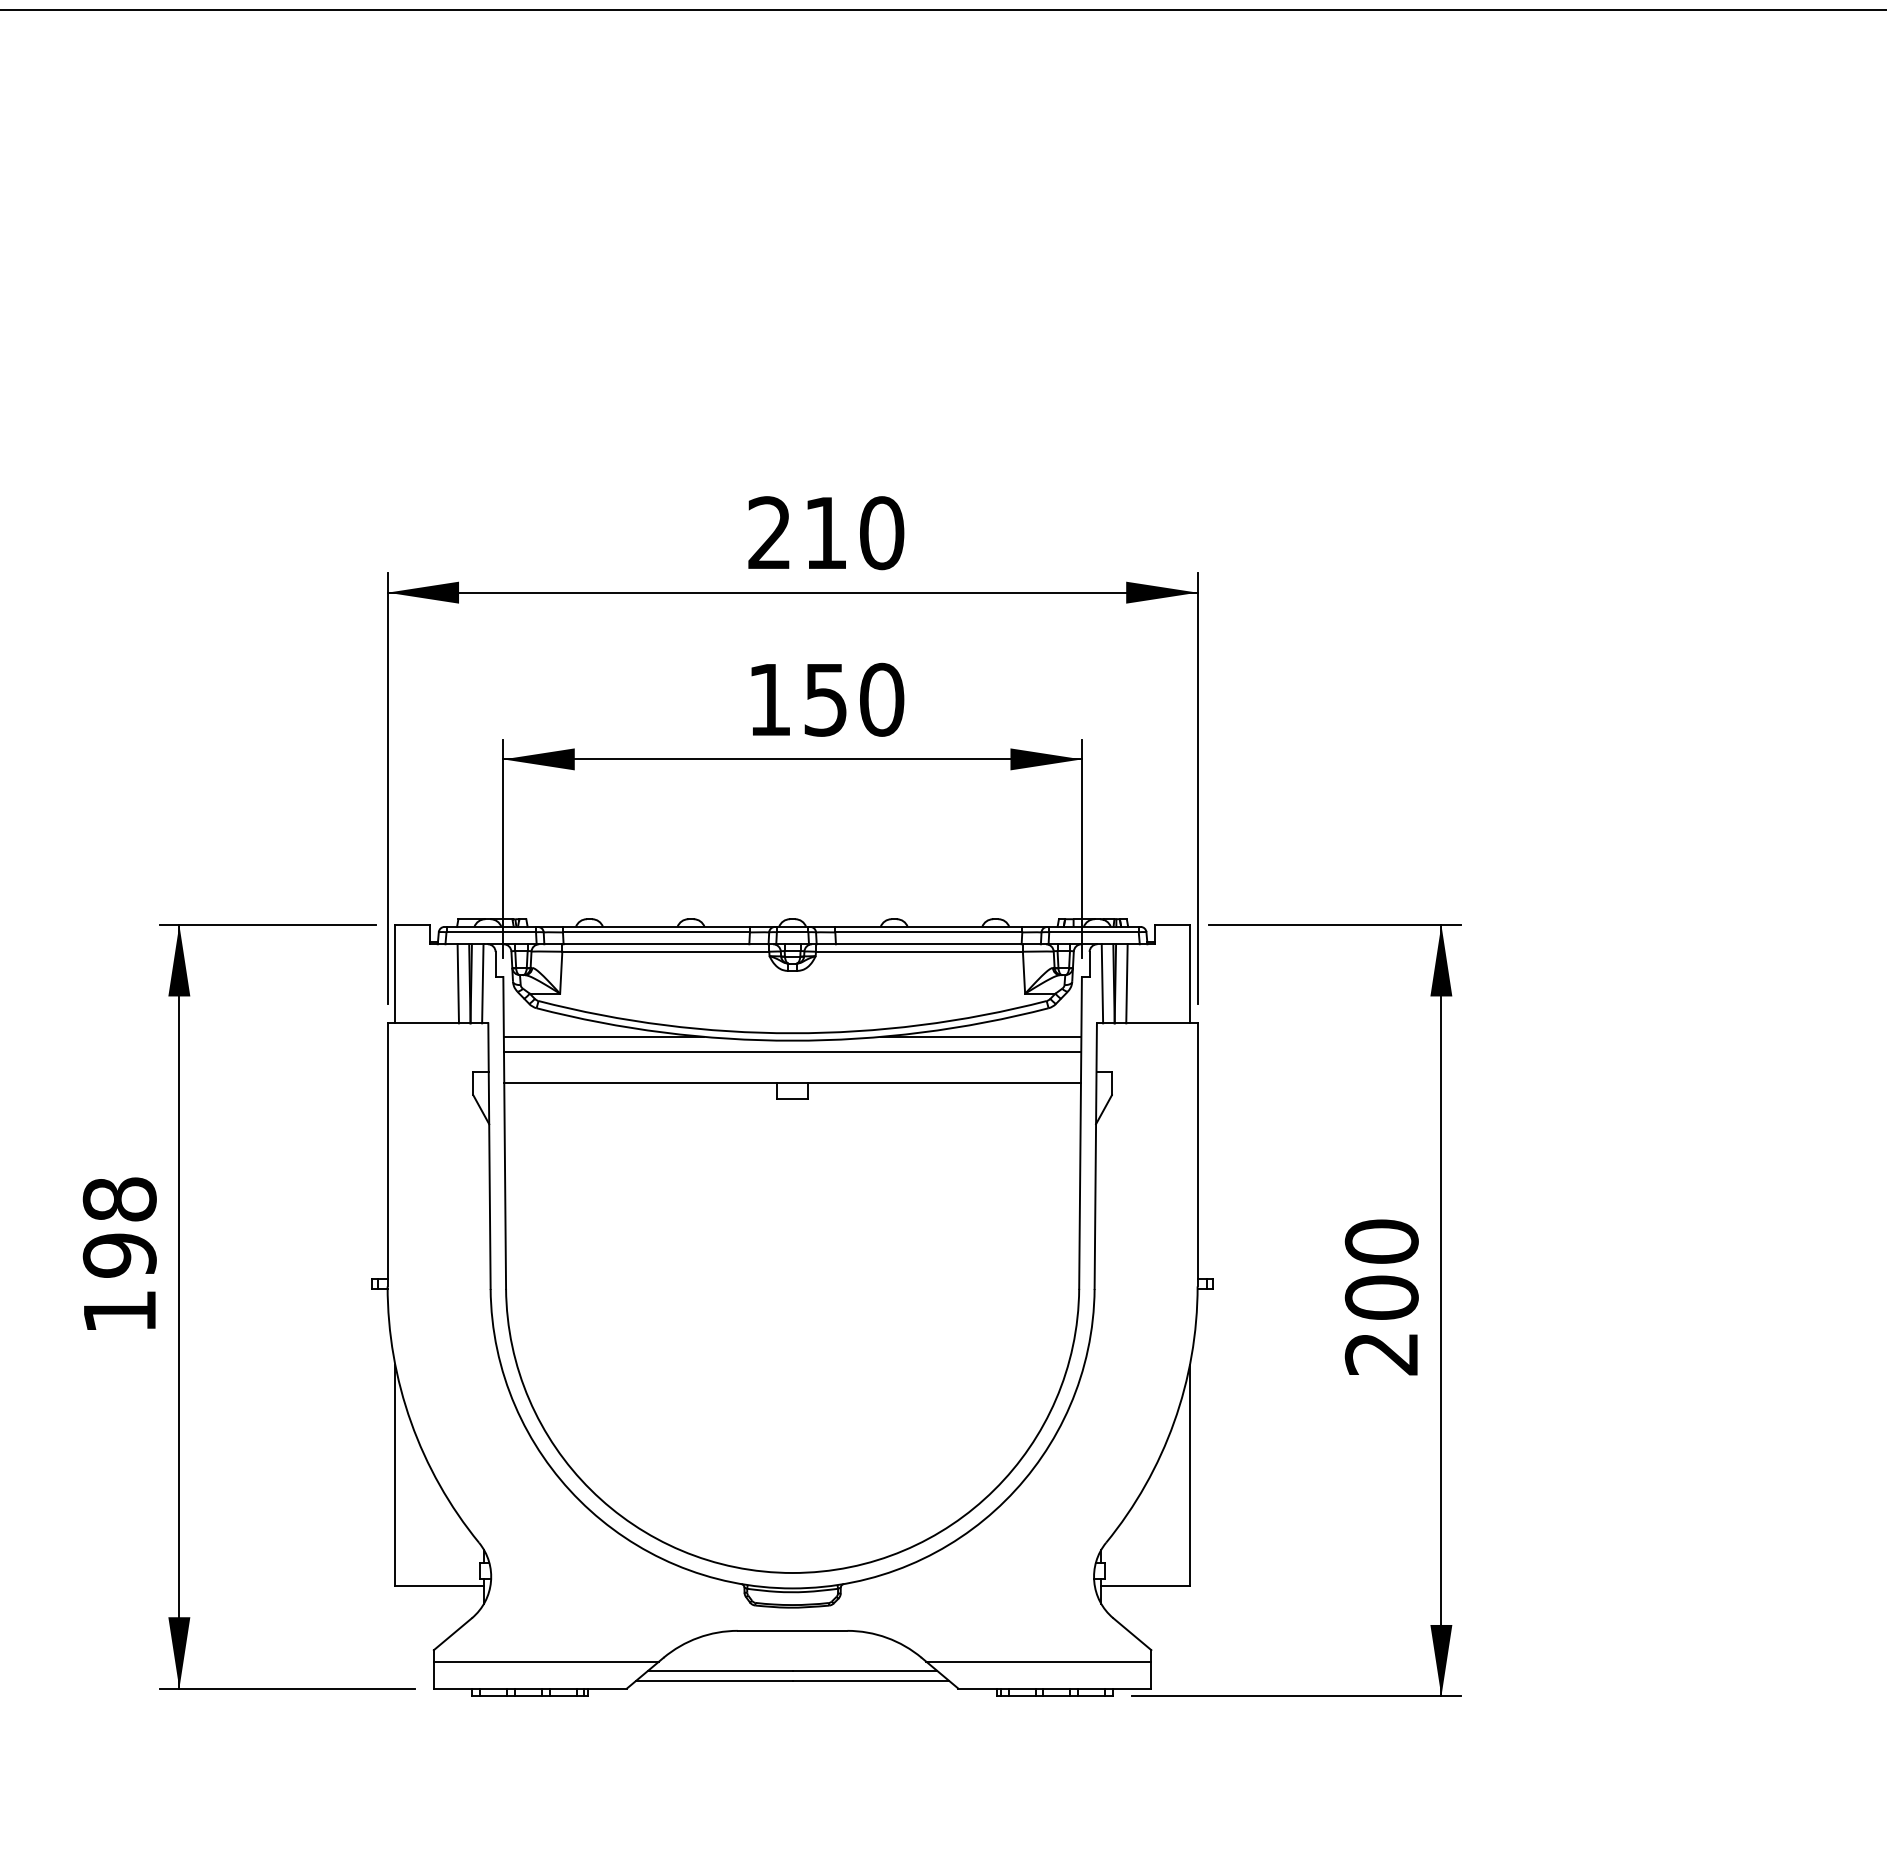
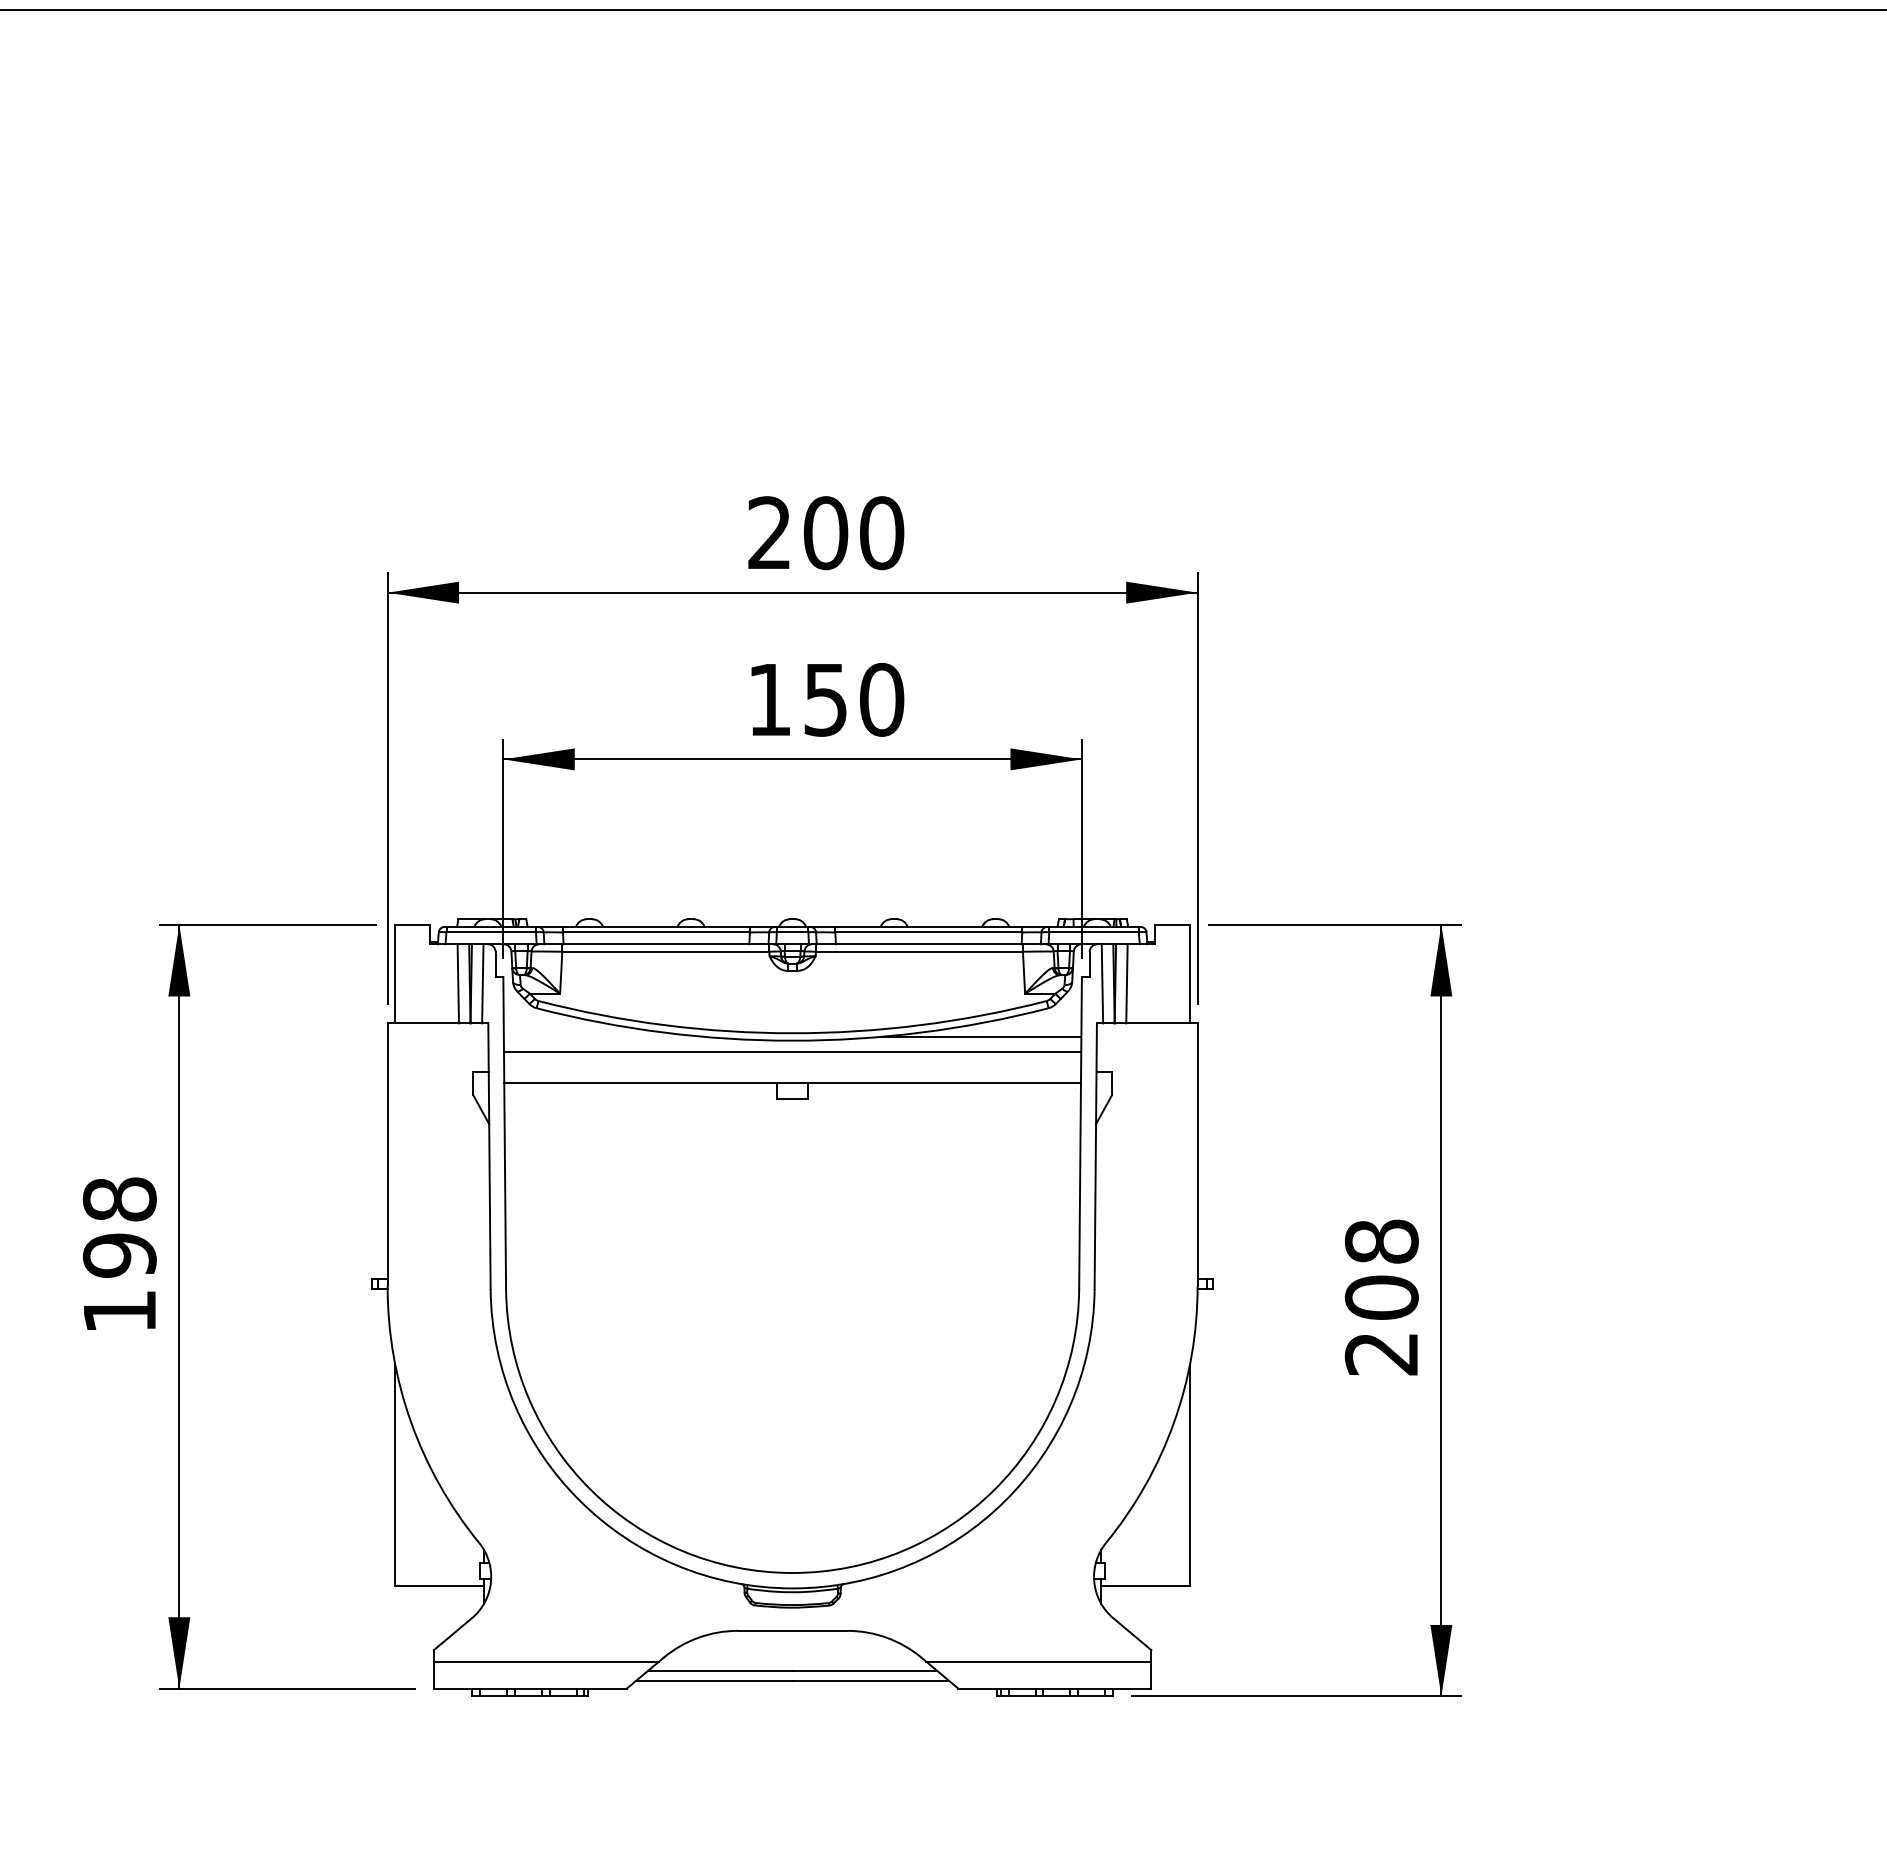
text at (825, 533): 210 -> 200
line at (603, 1036): present -> none
text at (1381, 1241): 200 -> 208
